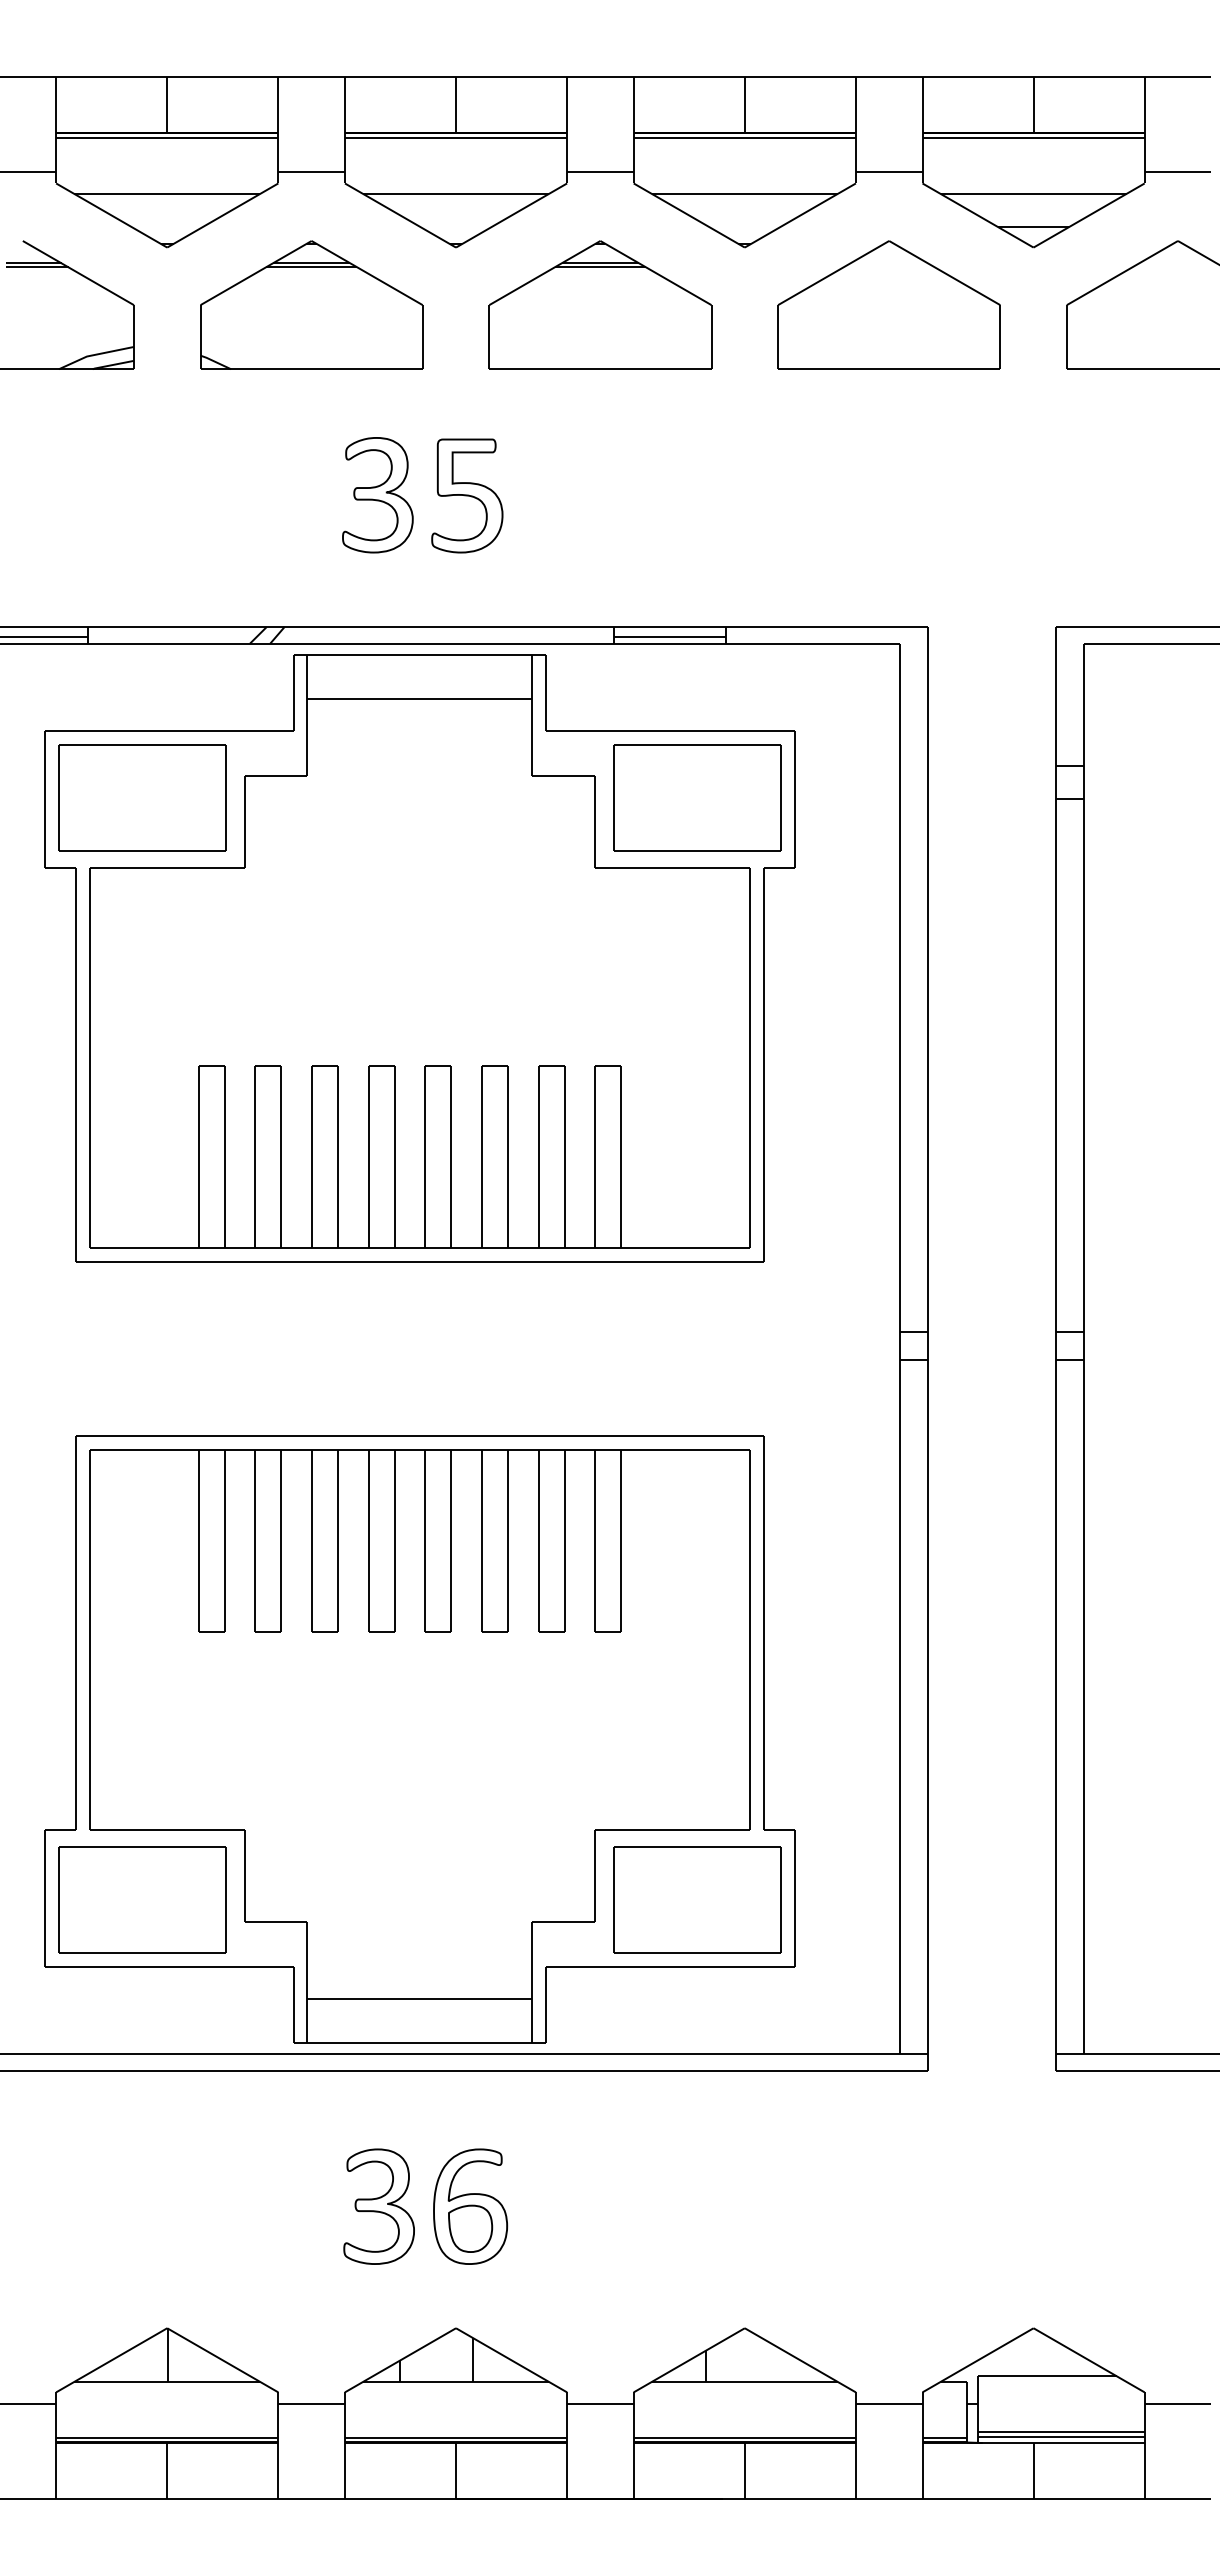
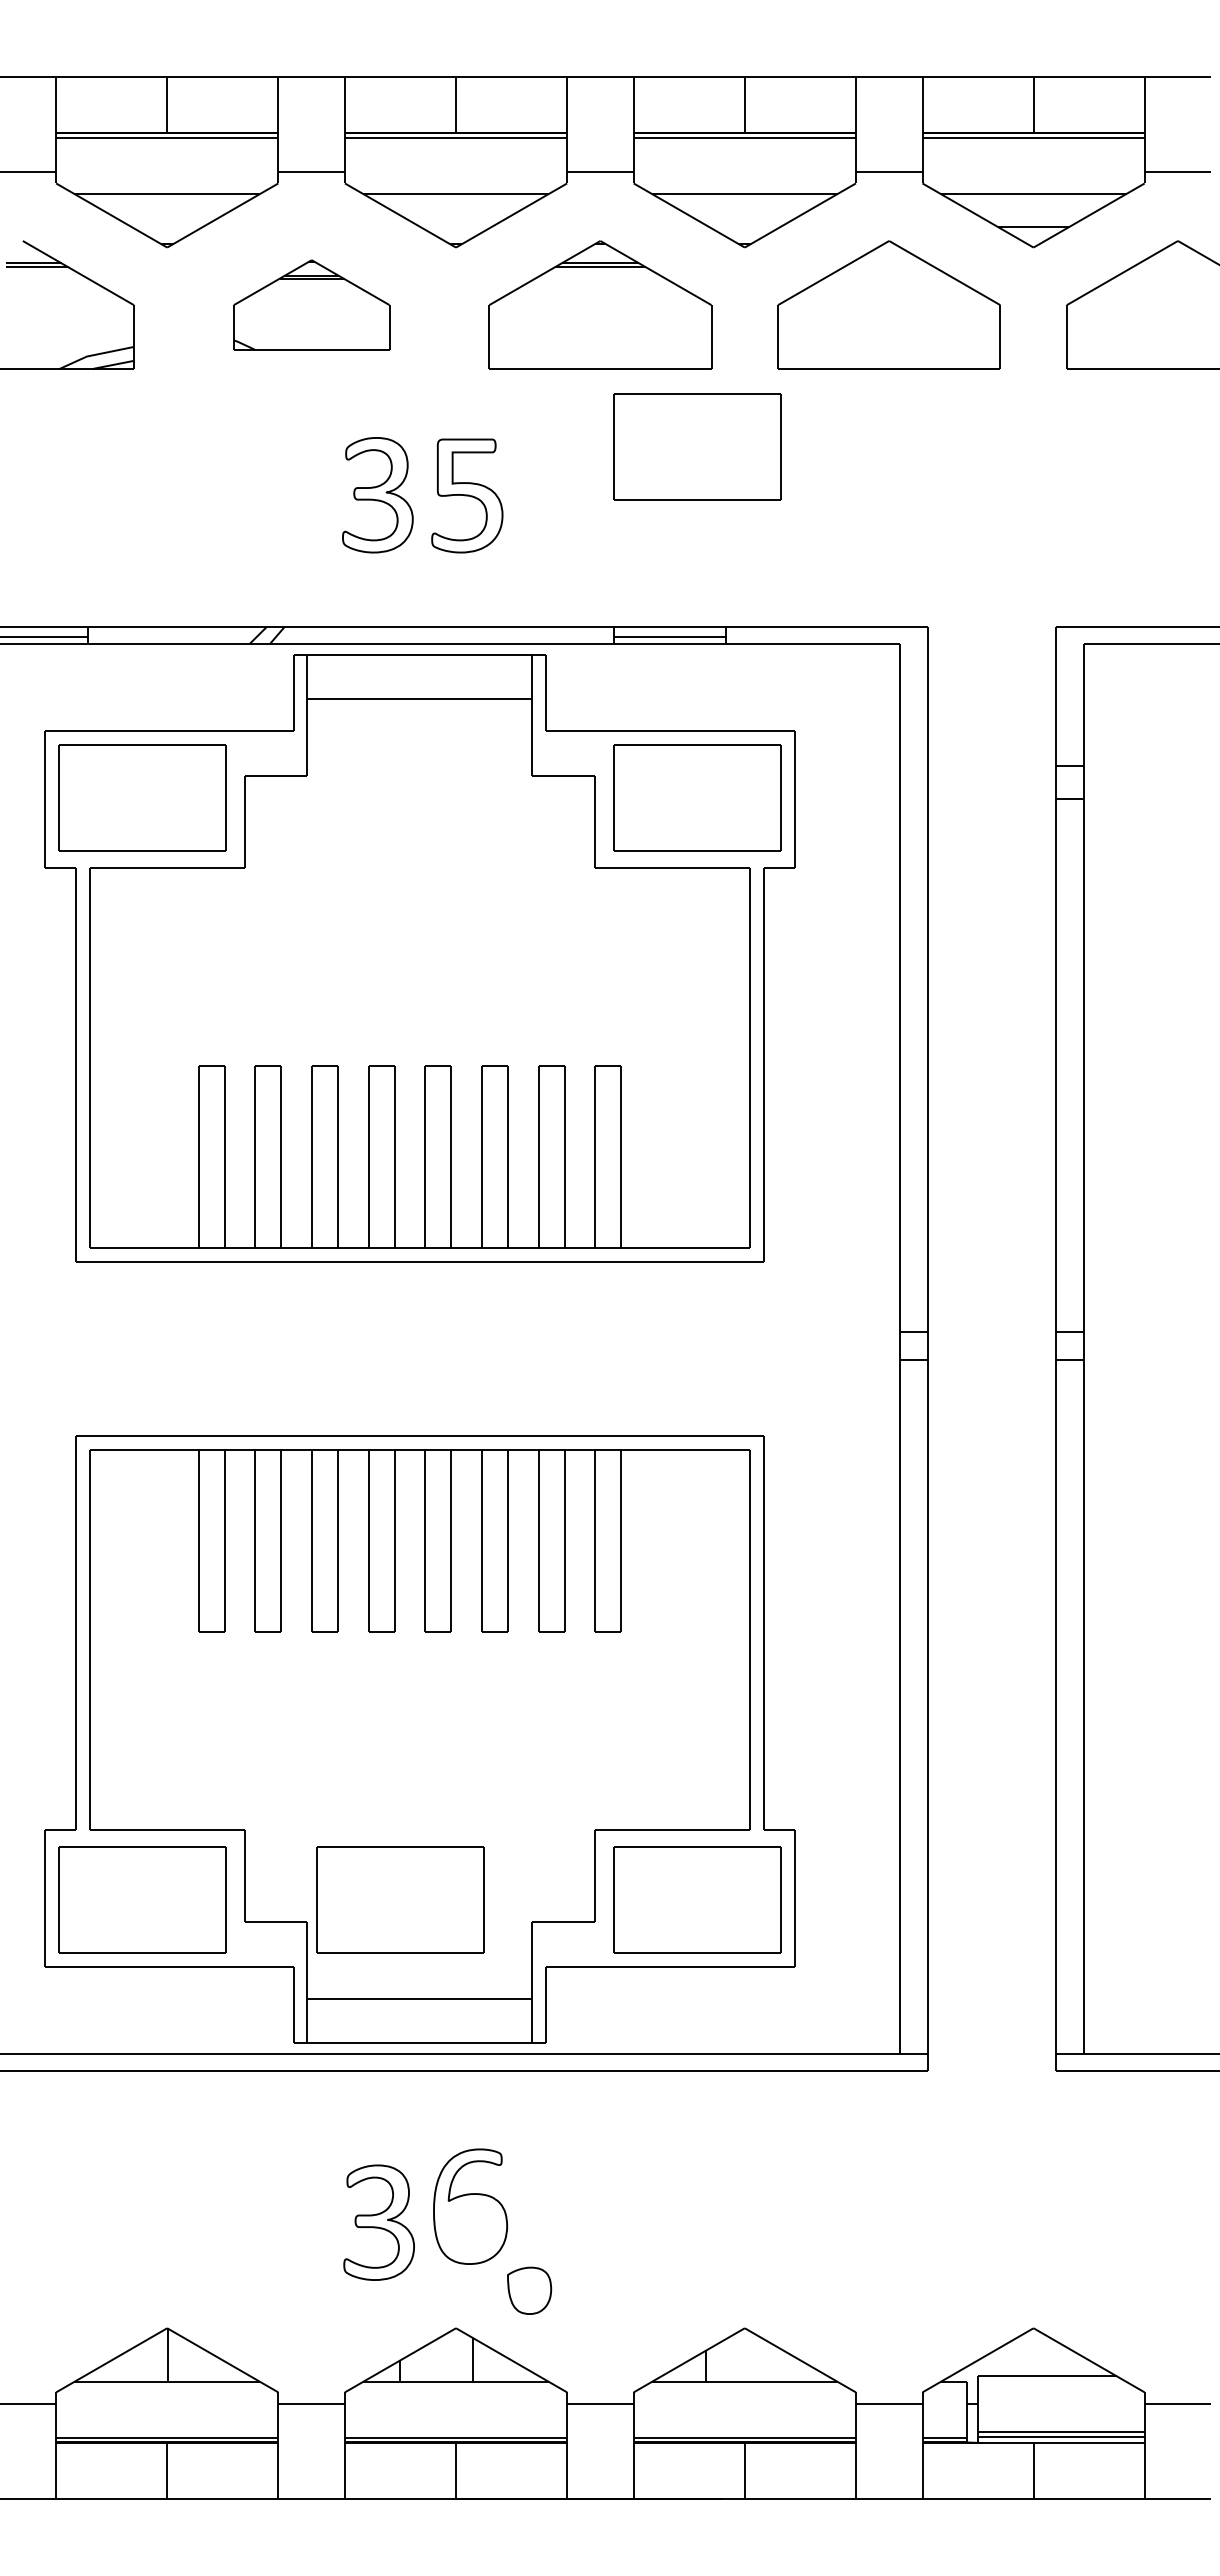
part at (311, 304) size: 224x130 px -> 158x92 px
part at (697, 446): none -> present
part at (400, 1899): none -> present
part at (378, 2206) position: (378, 2206) -> (378, 2222)
part at (470, 2228) position: (470, 2228) -> (529, 2290)
